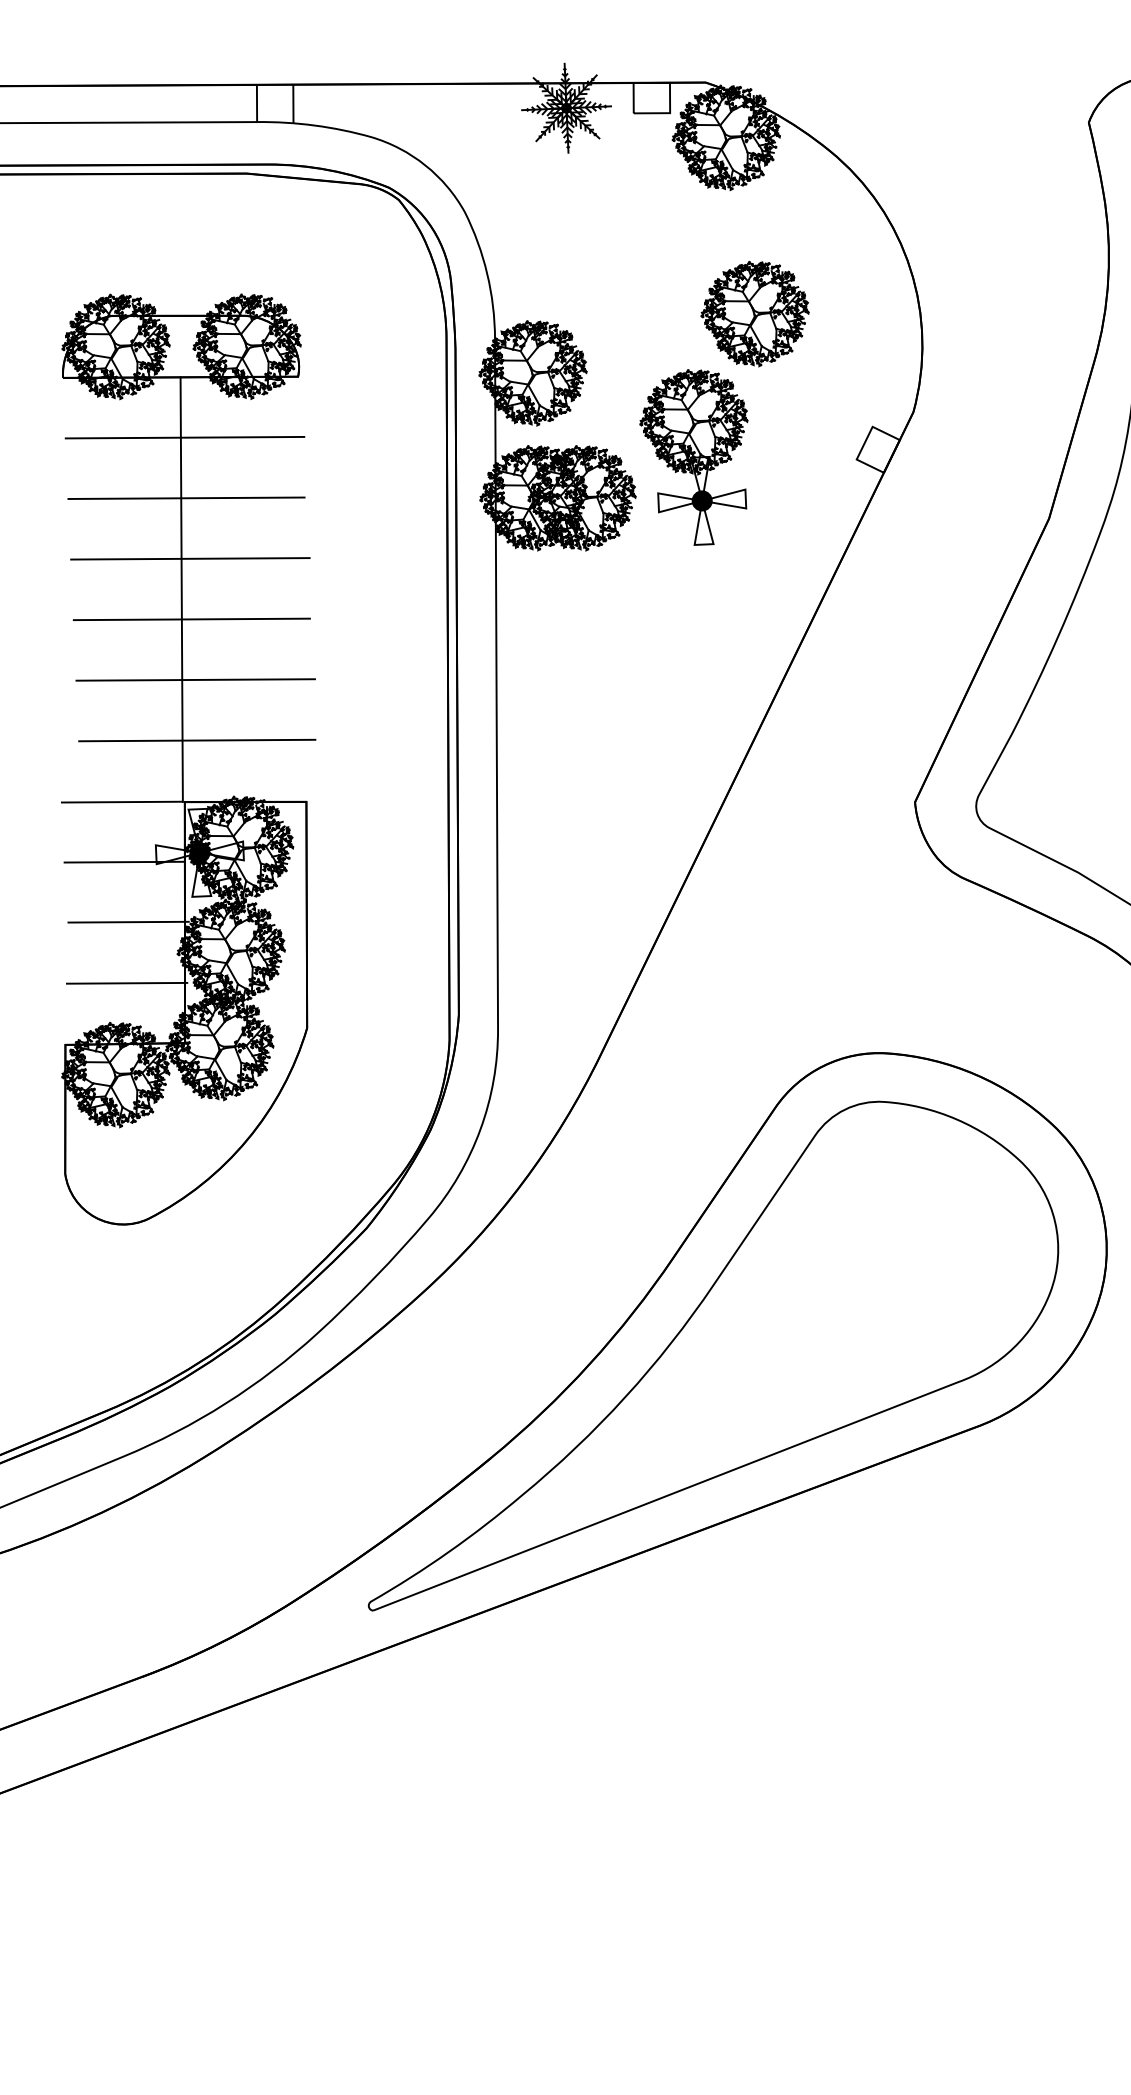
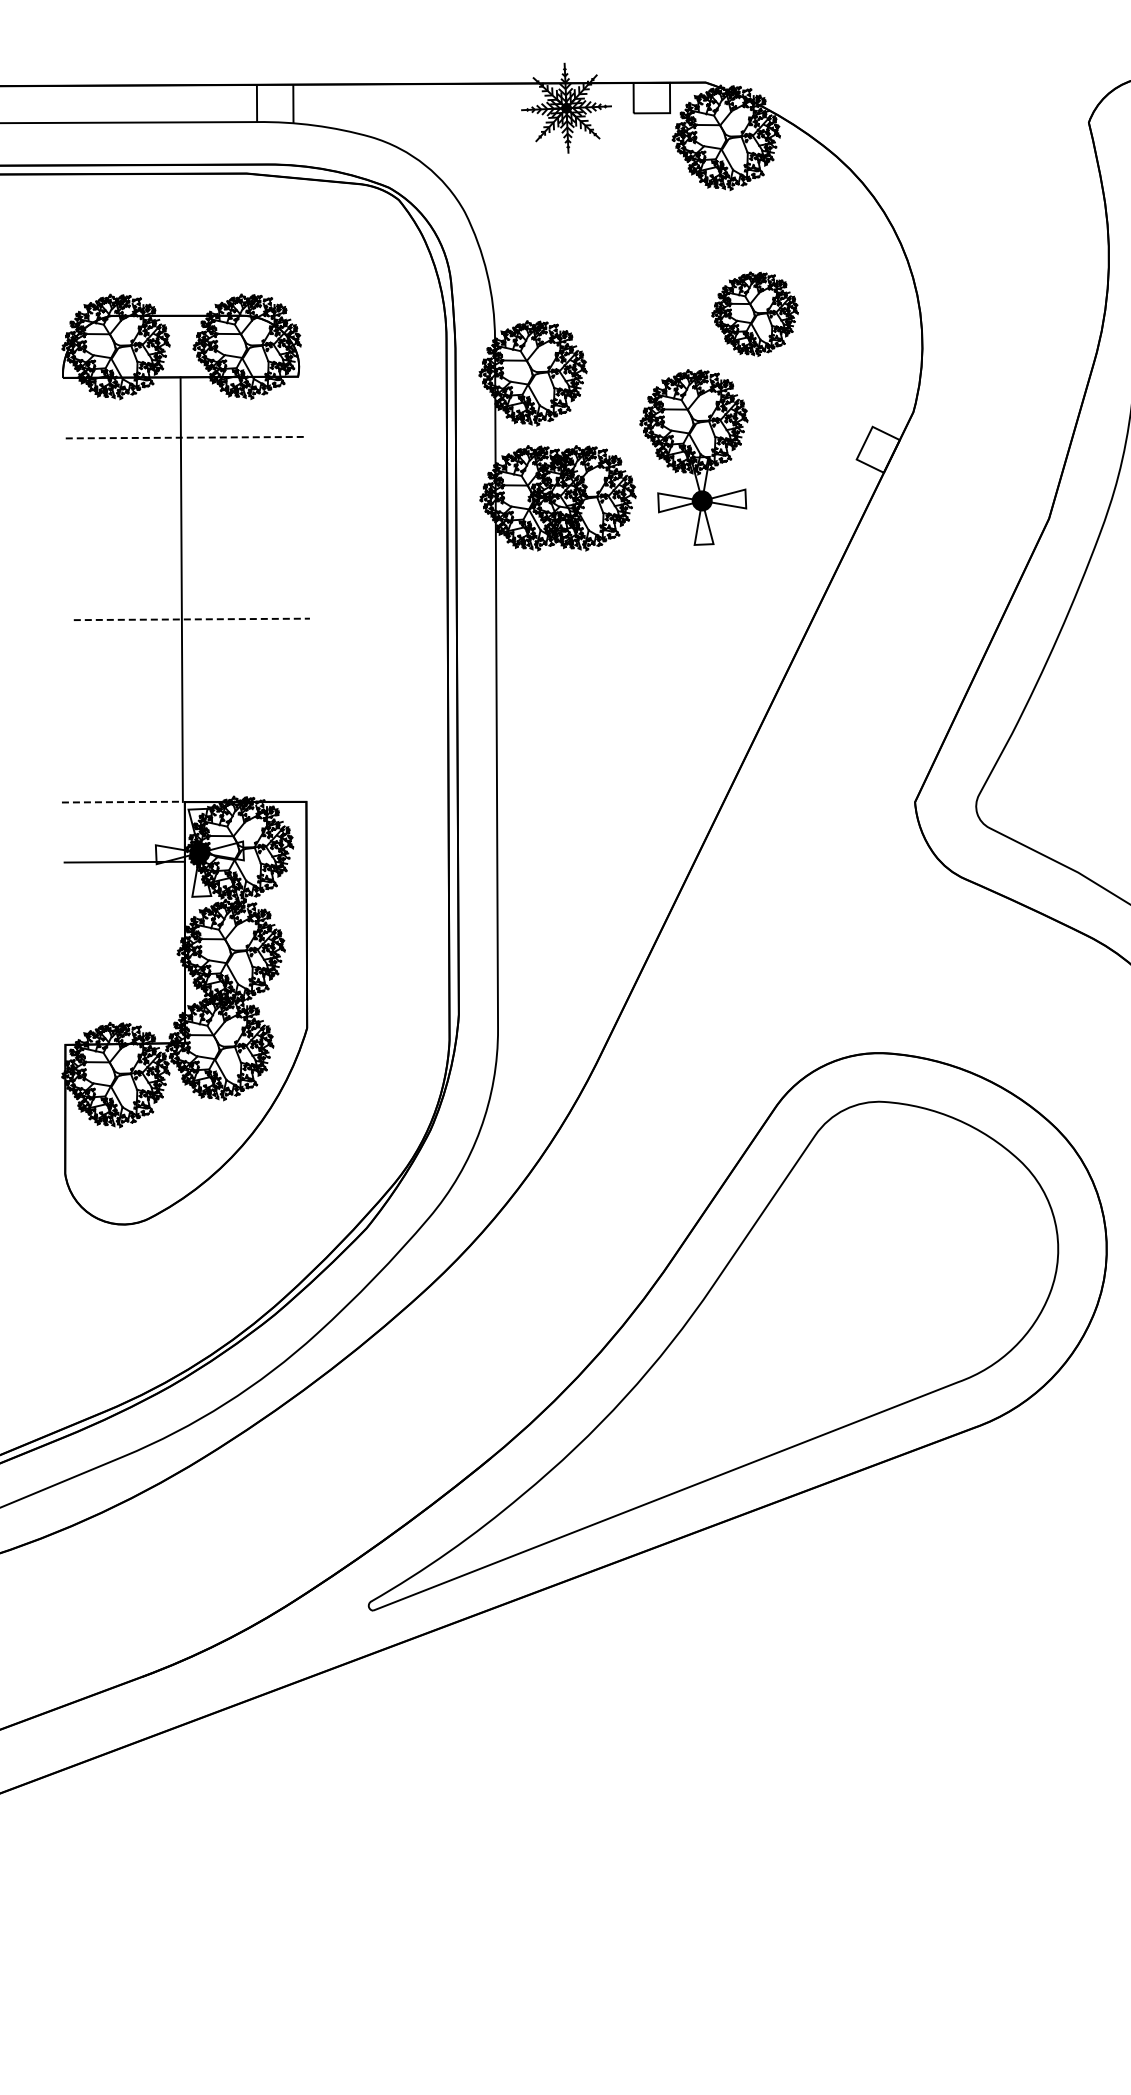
part at (754, 314) size: 110x107 px -> 88x86 px
line at (185, 437): solid -> dashed
line at (186, 498): present -> none
line at (190, 558): present -> none
line at (192, 619): solid -> dashed
line at (195, 679): present -> none
line at (197, 740): present -> none
line at (122, 802): solid -> dashed
line at (128, 921): present -> none
line at (126, 982): present -> none
